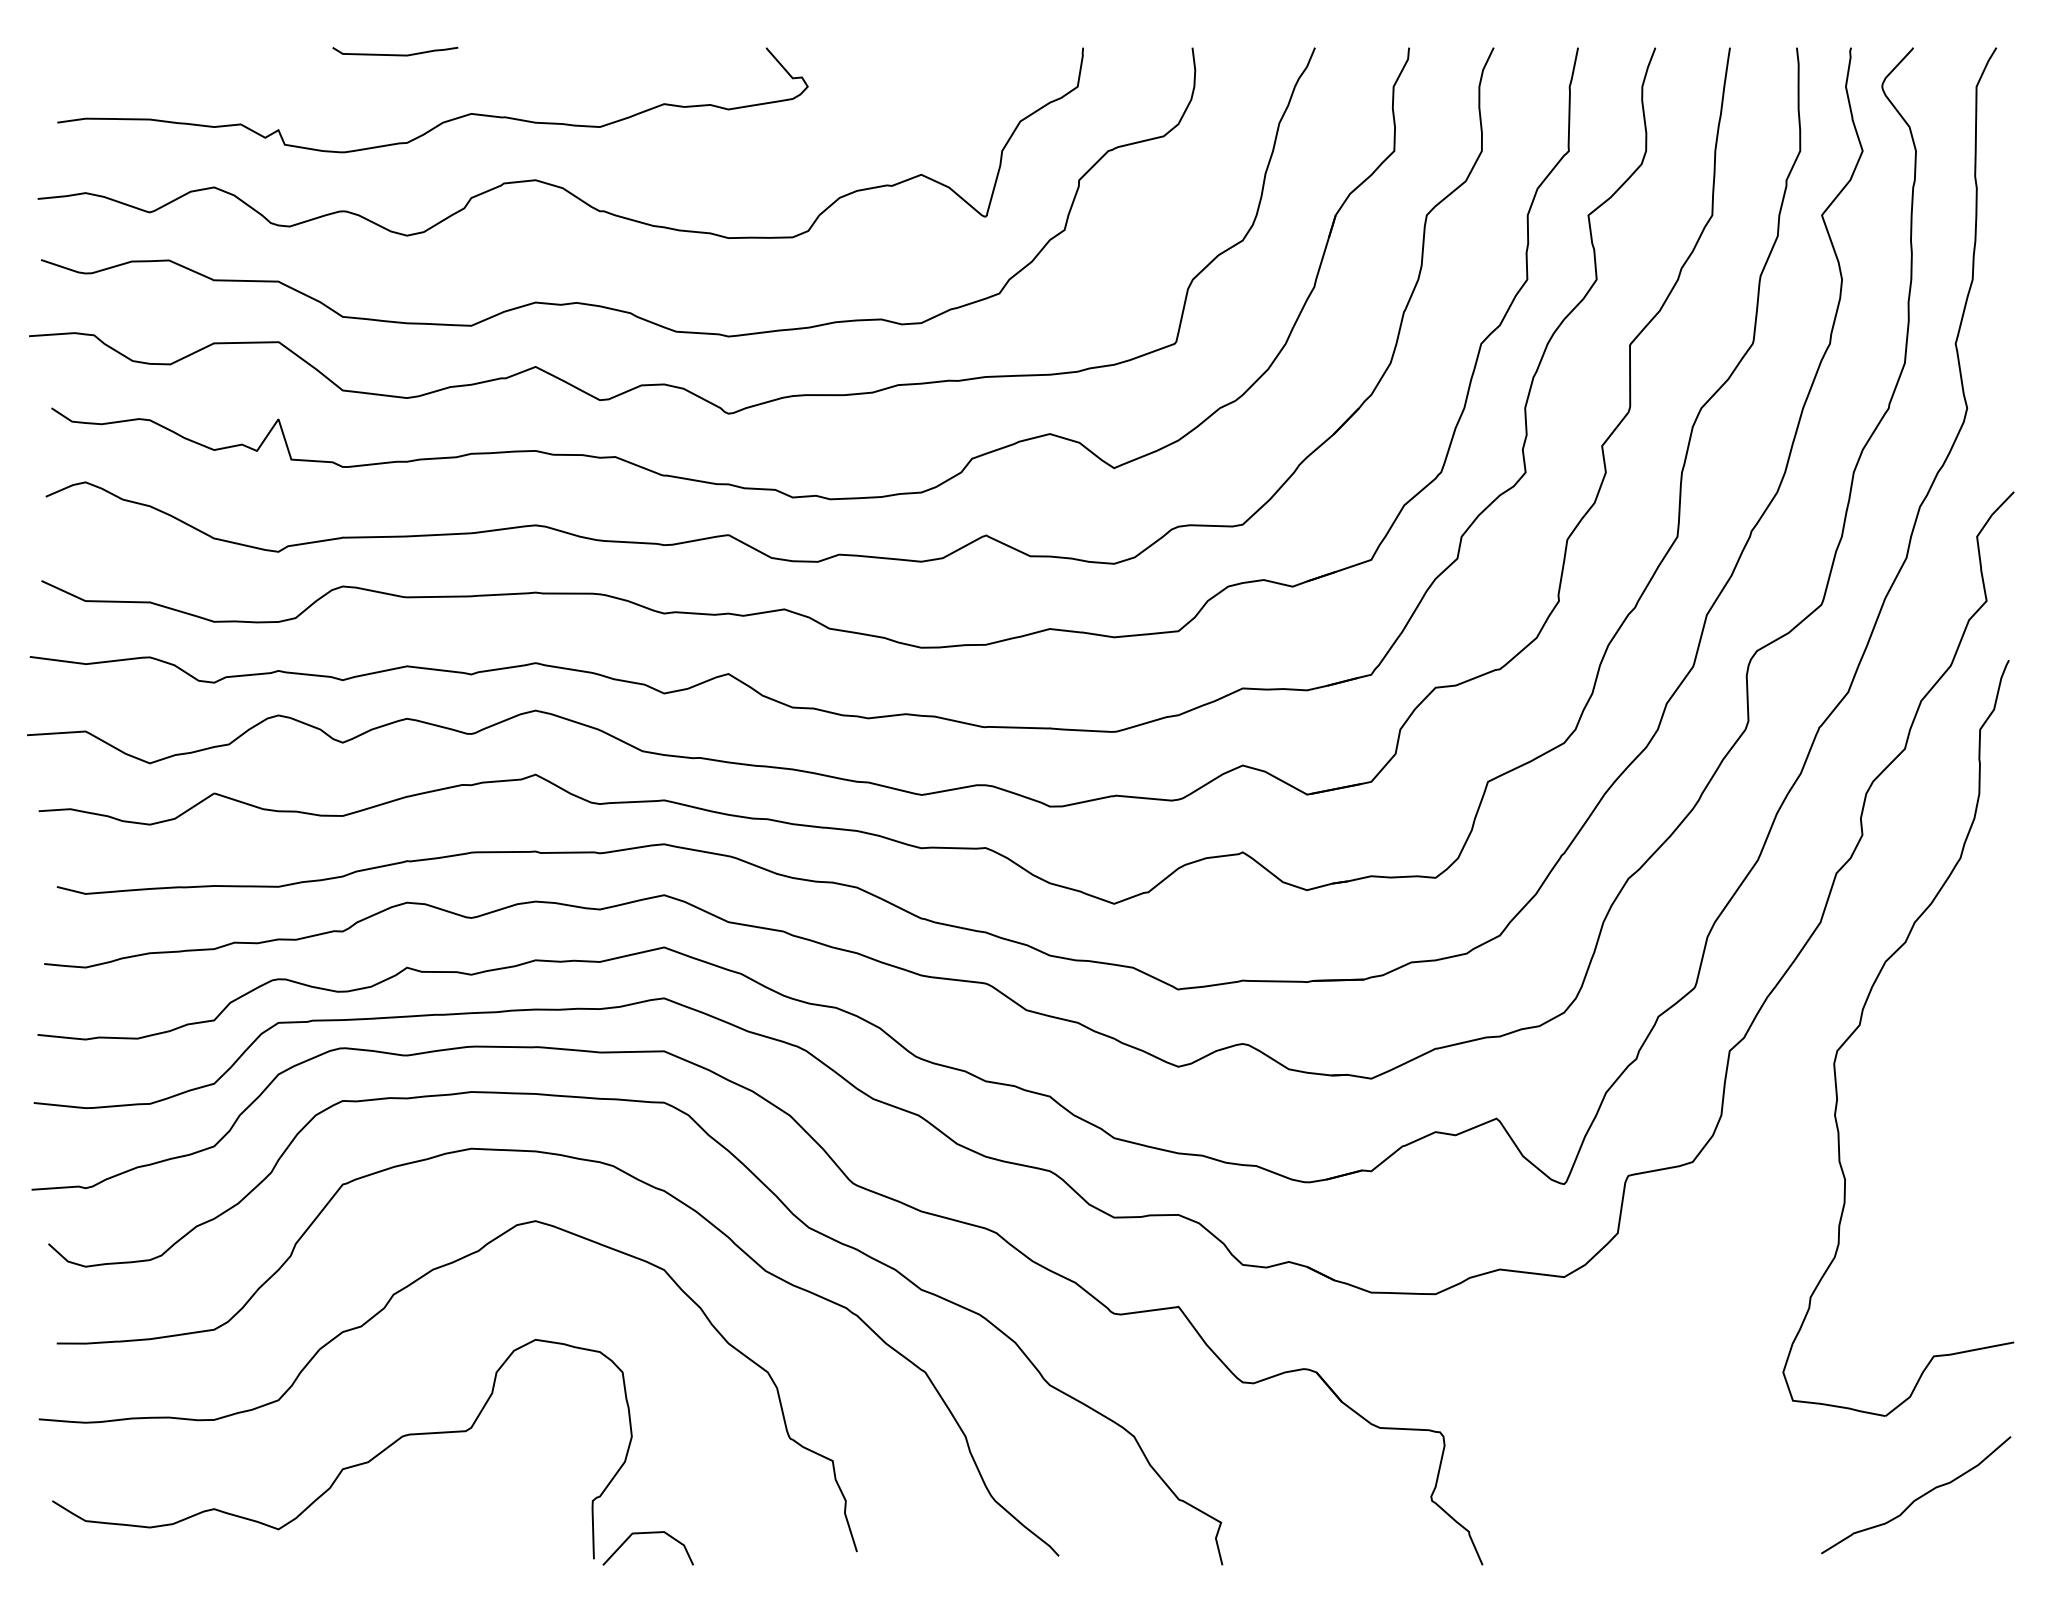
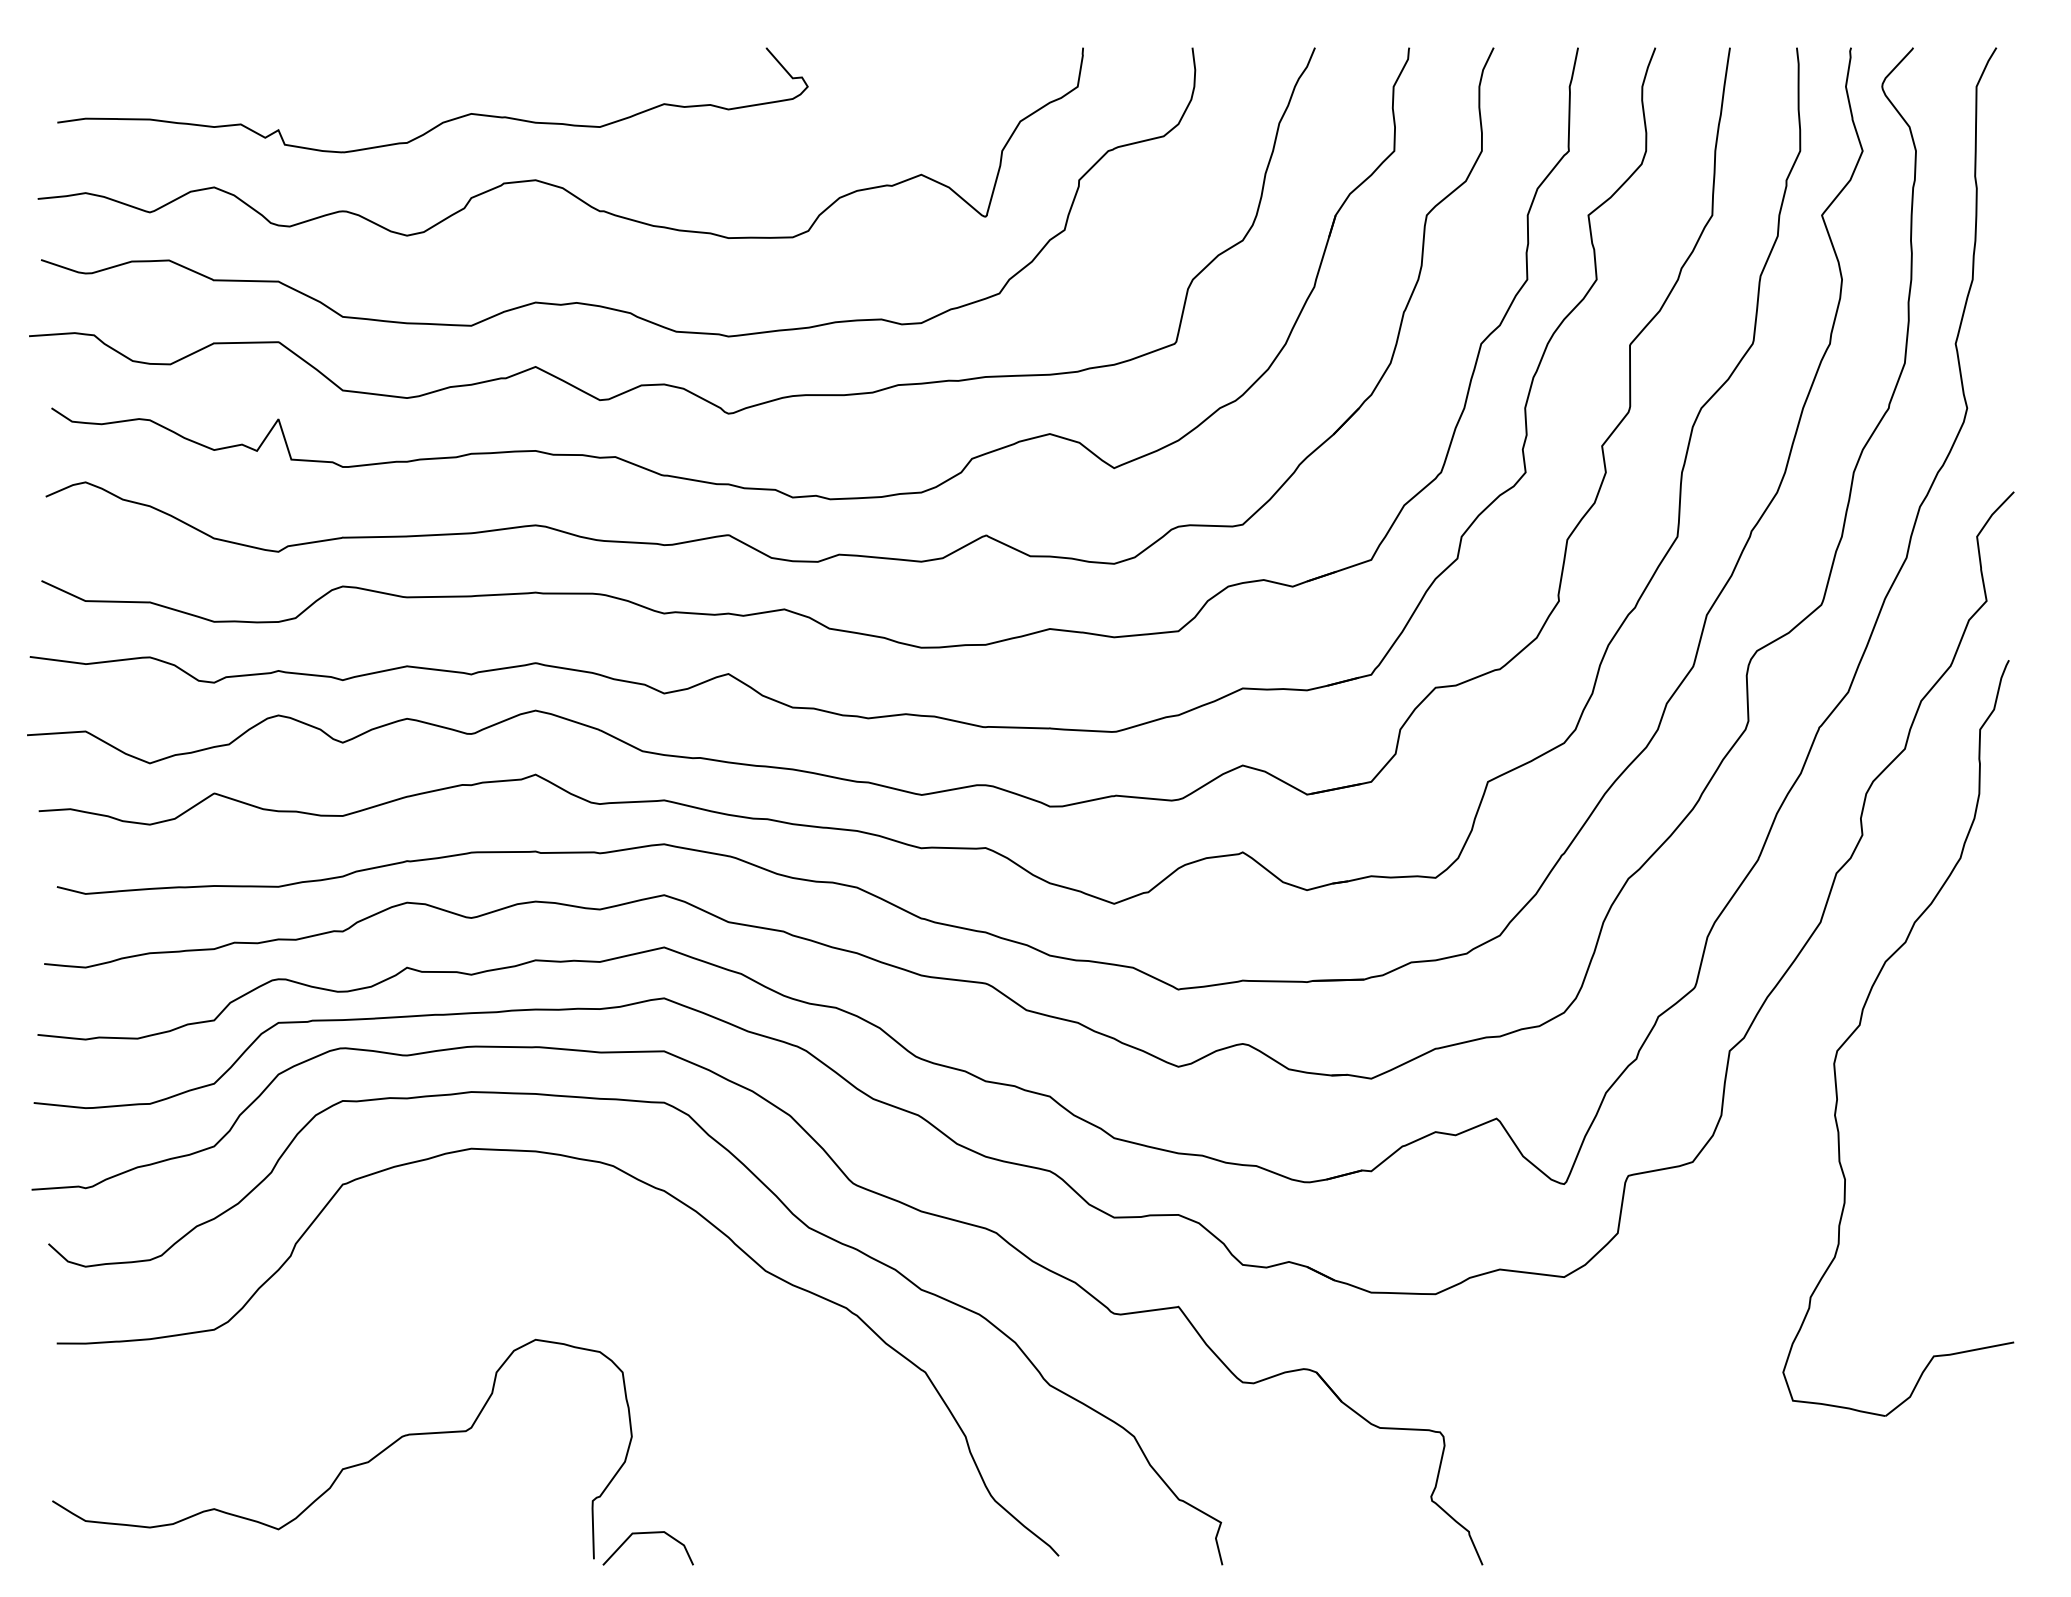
curve at (395, 54): present -> none
curve at (384, 1309): present -> none
curve at (1917, 1497): present -> none
